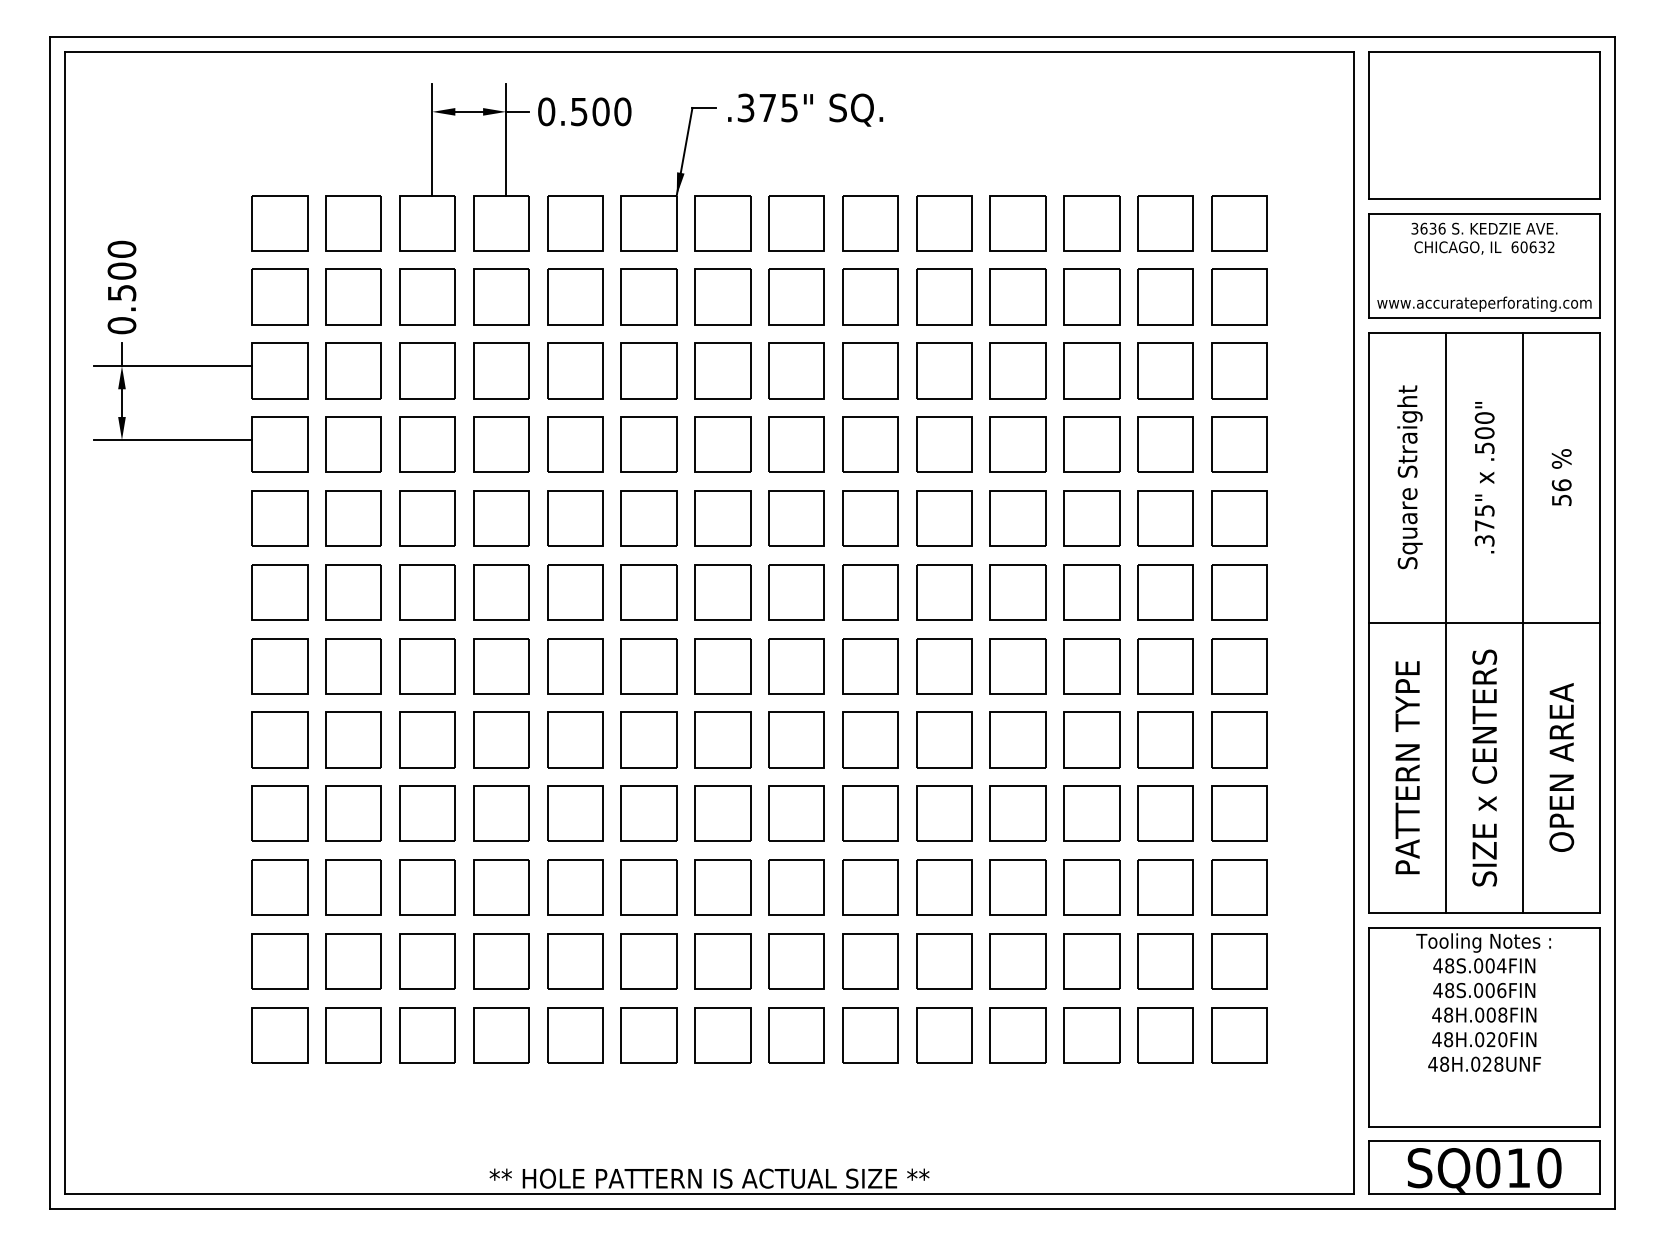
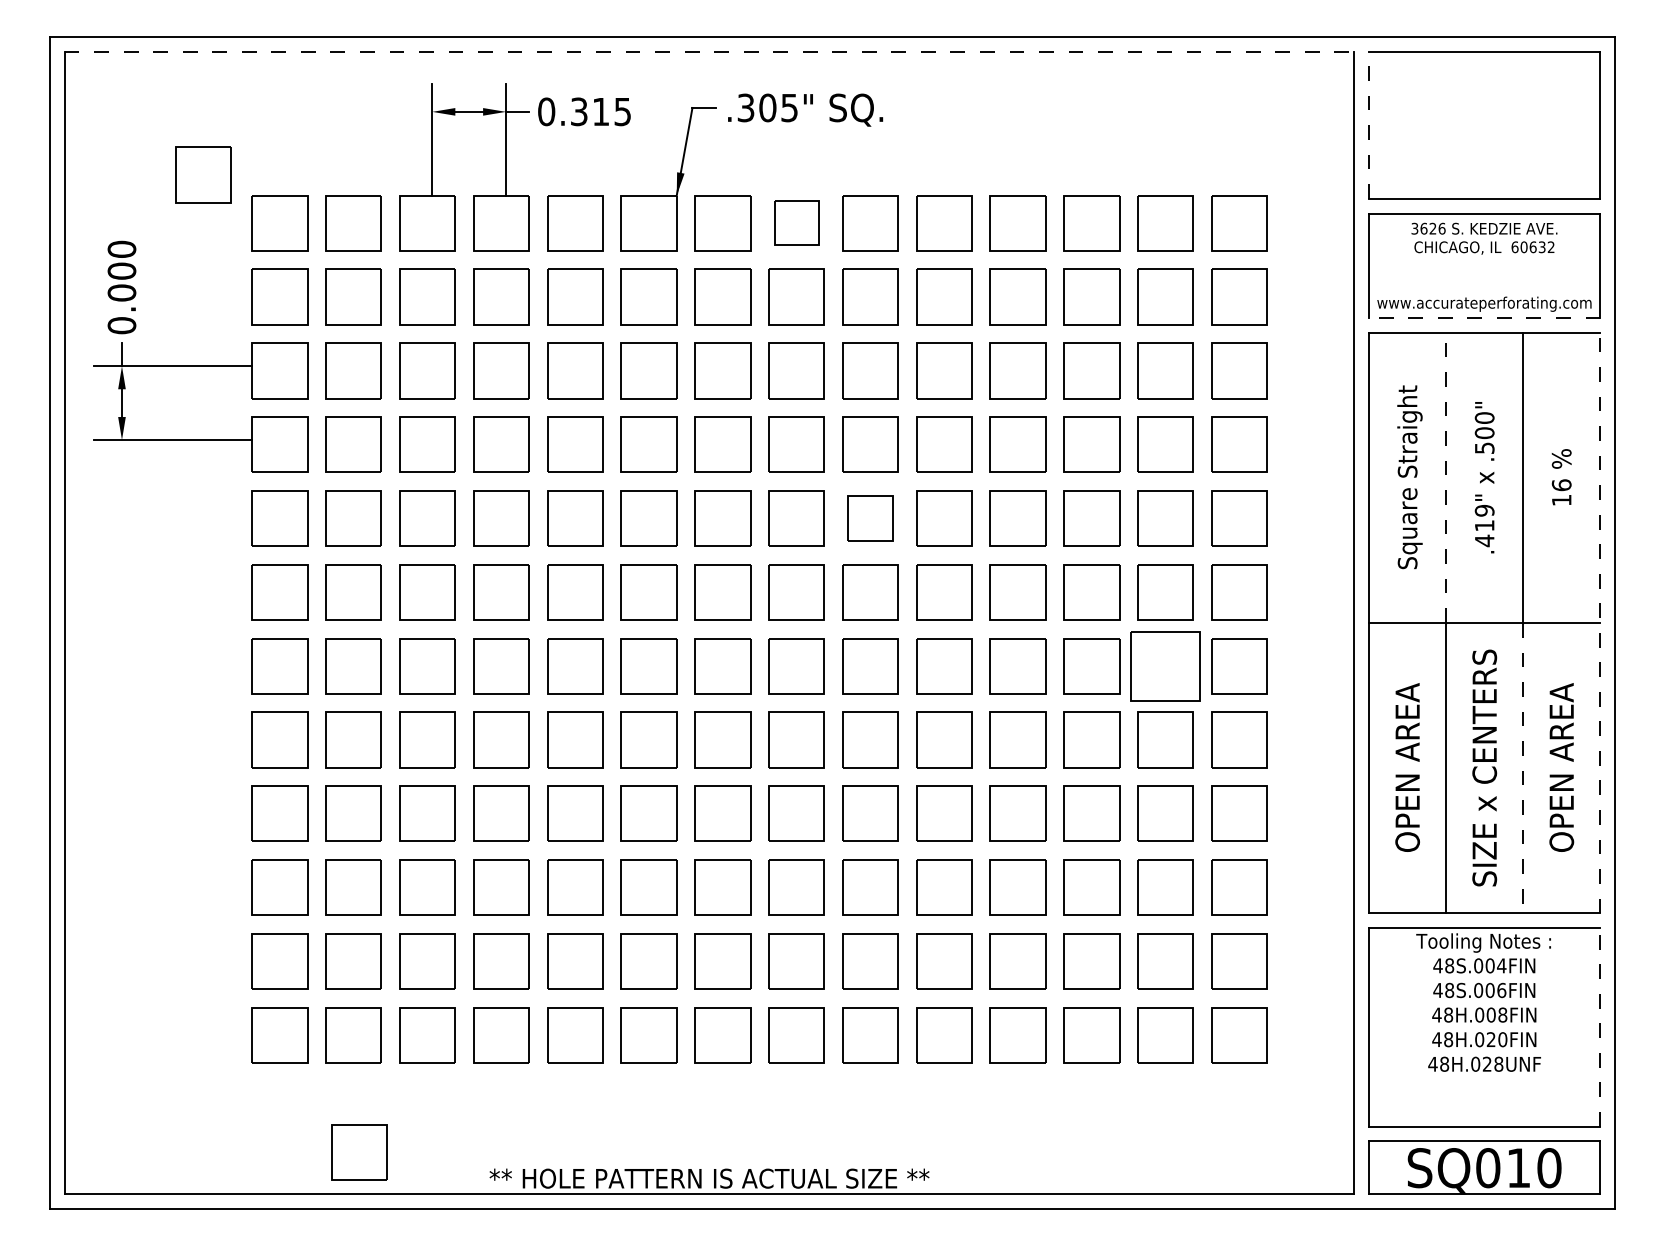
line at (709, 51): solid -> dashed
text at (767, 107): .375" -> .305"
text at (601, 111): 0.500 -> 0.315
line at (1369, 125): solid -> dashed
part at (203, 174): none -> present
part at (796, 223) size: 57x57 px -> 46x46 px
text at (1432, 228): 3636 -> 3626
text at (121, 292): 0.500 -> 0.000
line at (1484, 317): solid -> dashed
line at (1446, 477): solid -> dashed
text at (1561, 500): 56 -> 16
part at (870, 518) size: 57x57 px -> 47x47 px
text at (1484, 525): .375" -> .419"
line at (1600, 622): solid -> dashed
part at (1165, 666) size: 57x57 px -> 71x71 px
text at (1407, 767): PATTERN TYPE -> OPEN AREA
line at (1523, 768): solid -> dashed
line at (1600, 1026): solid -> dashed
part at (359, 1152): none -> present
